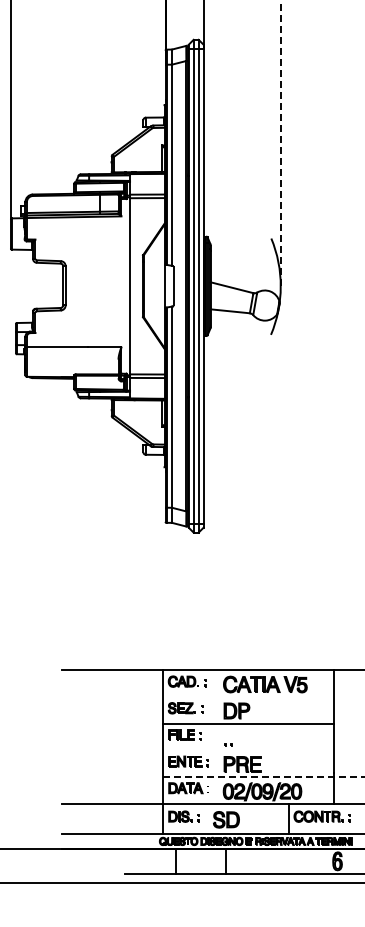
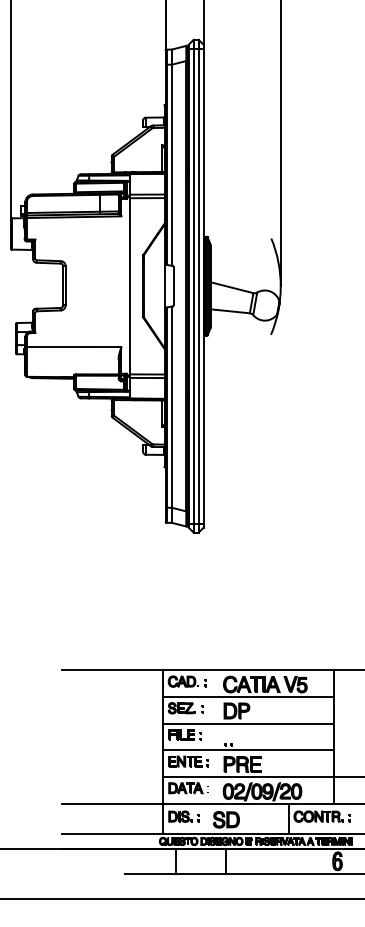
line at (280, 143): dashed -> solid
line at (248, 697): none -> present
line at (248, 750): none -> present
line at (263, 776): dashed -> solid
line at (181, 883) position: (181, 883) -> (181, 899)
